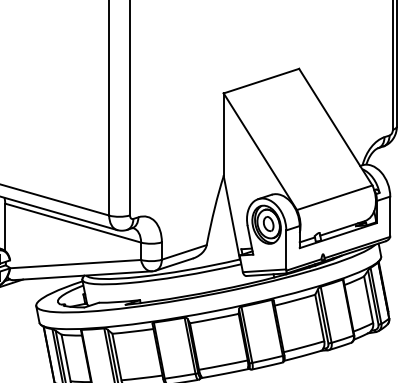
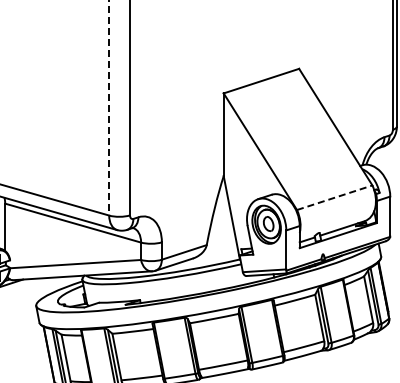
line at (109, 108): solid -> dashed
line at (334, 197): solid -> dashed
